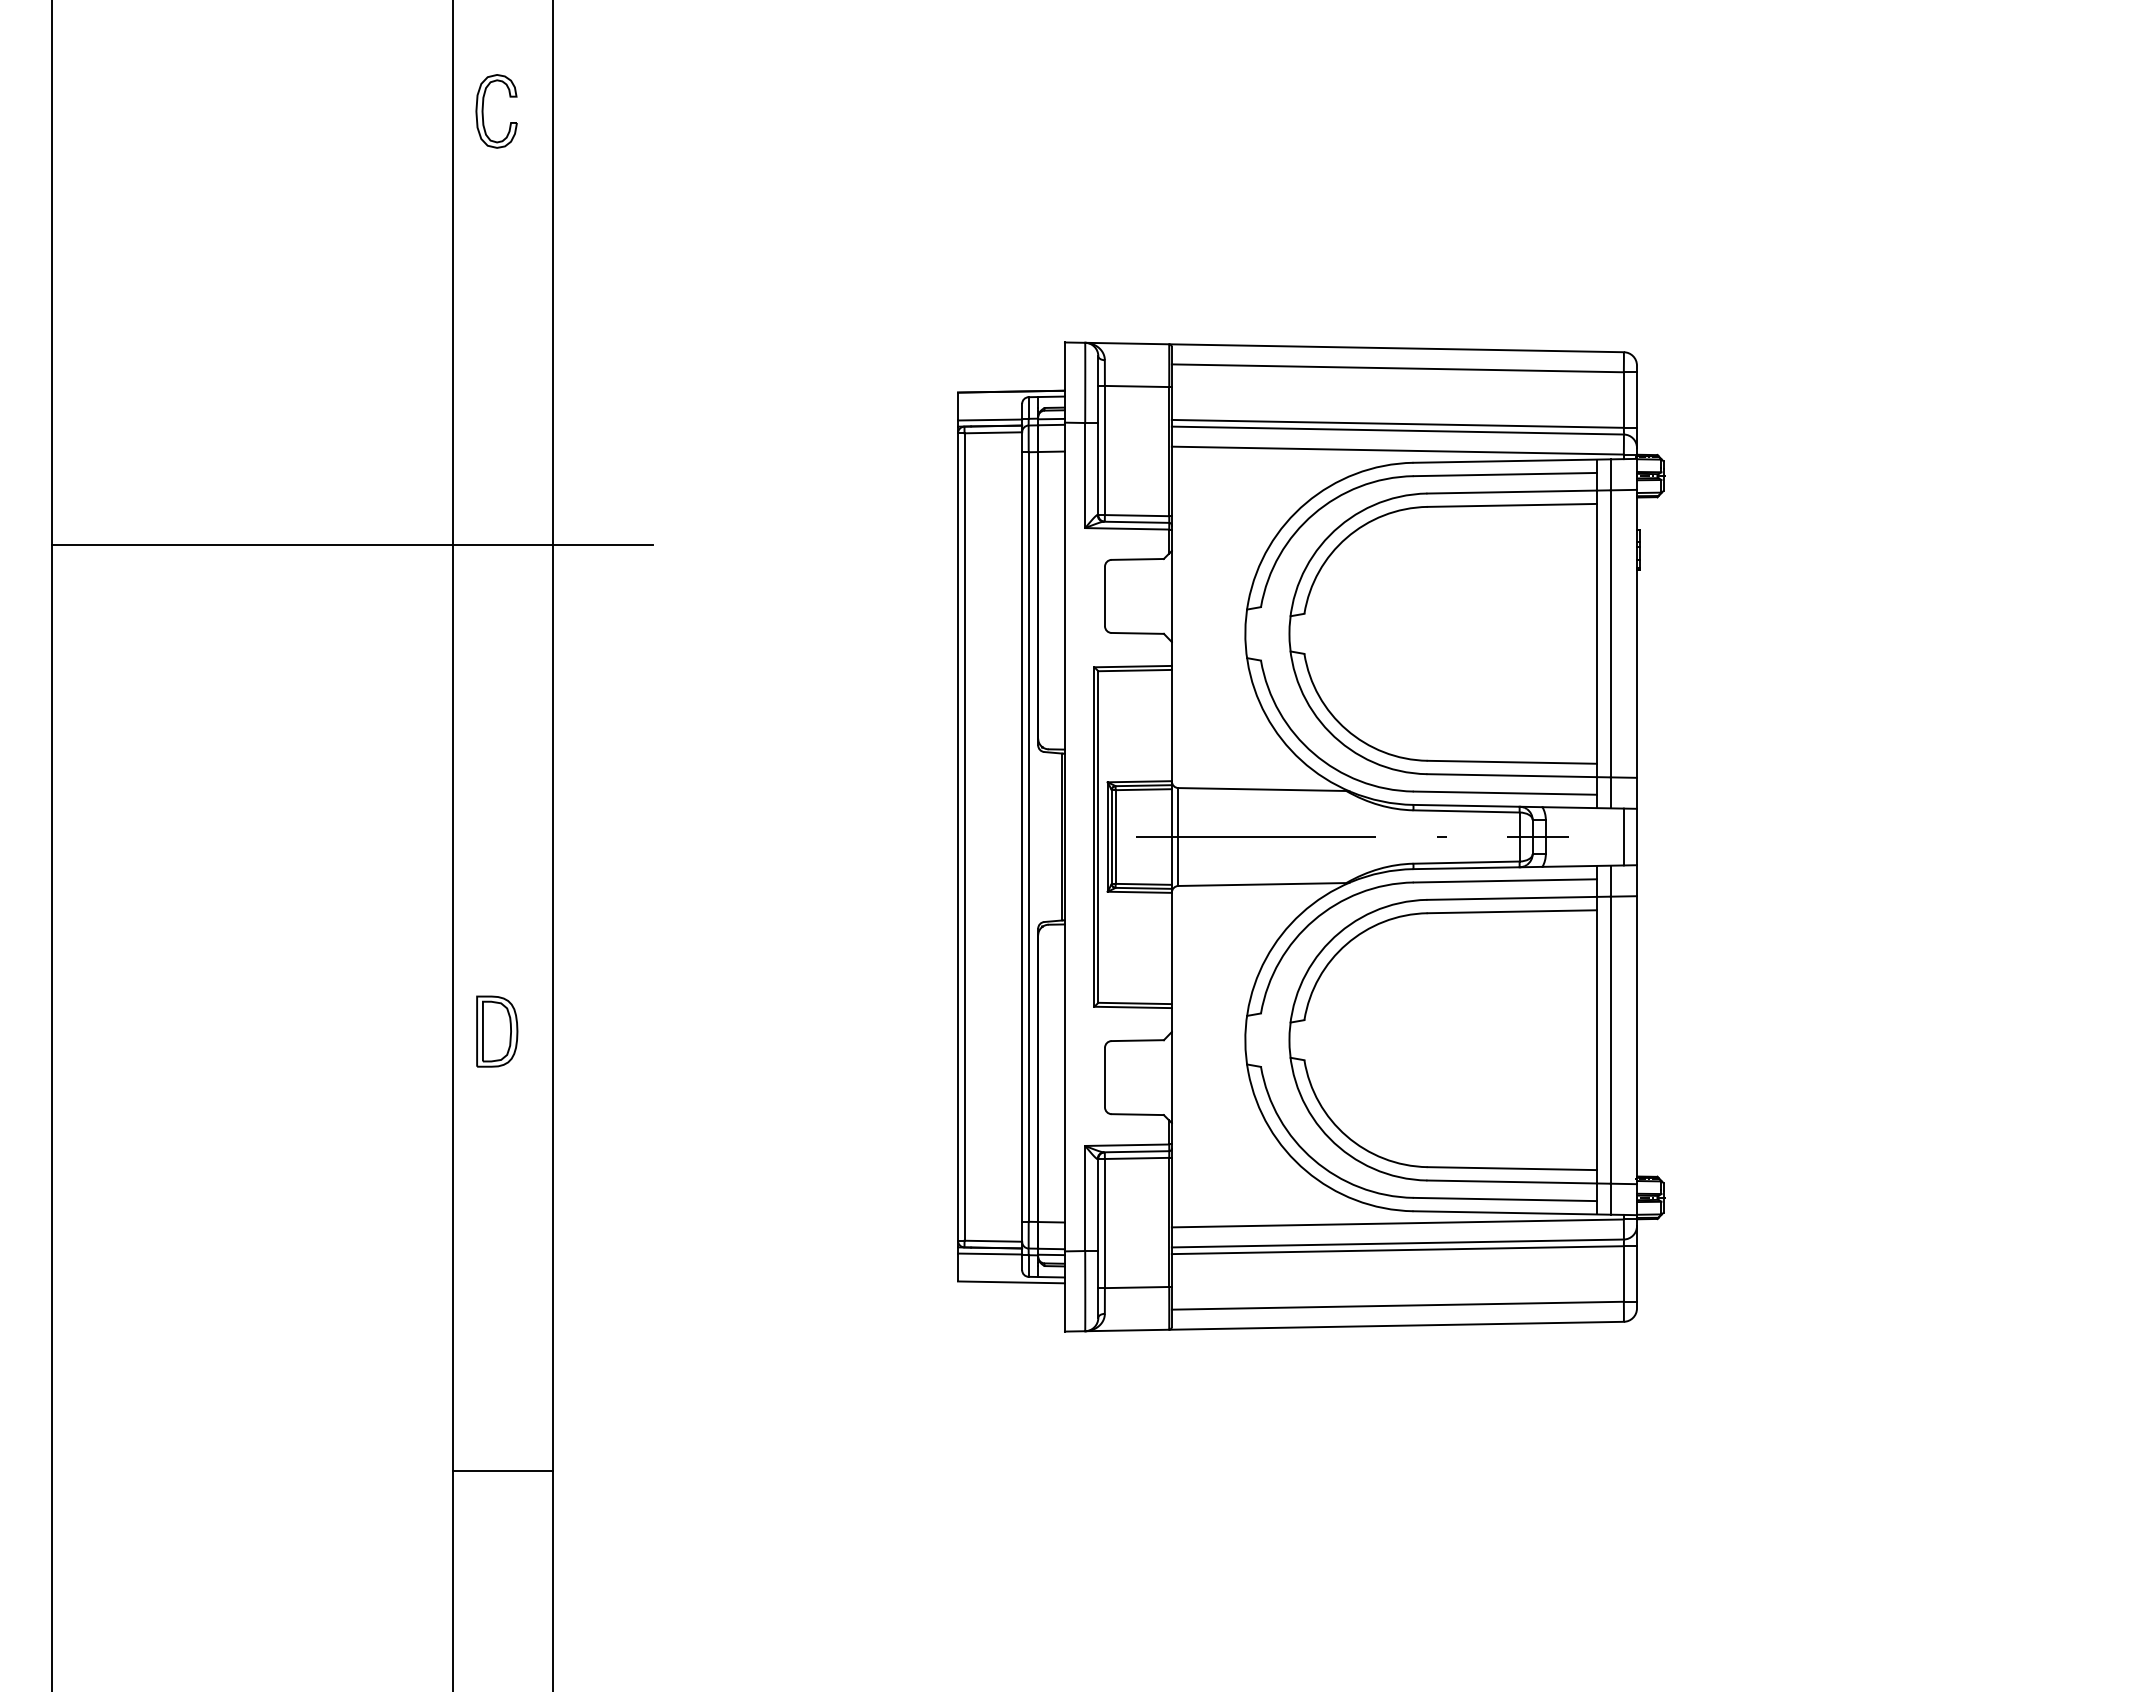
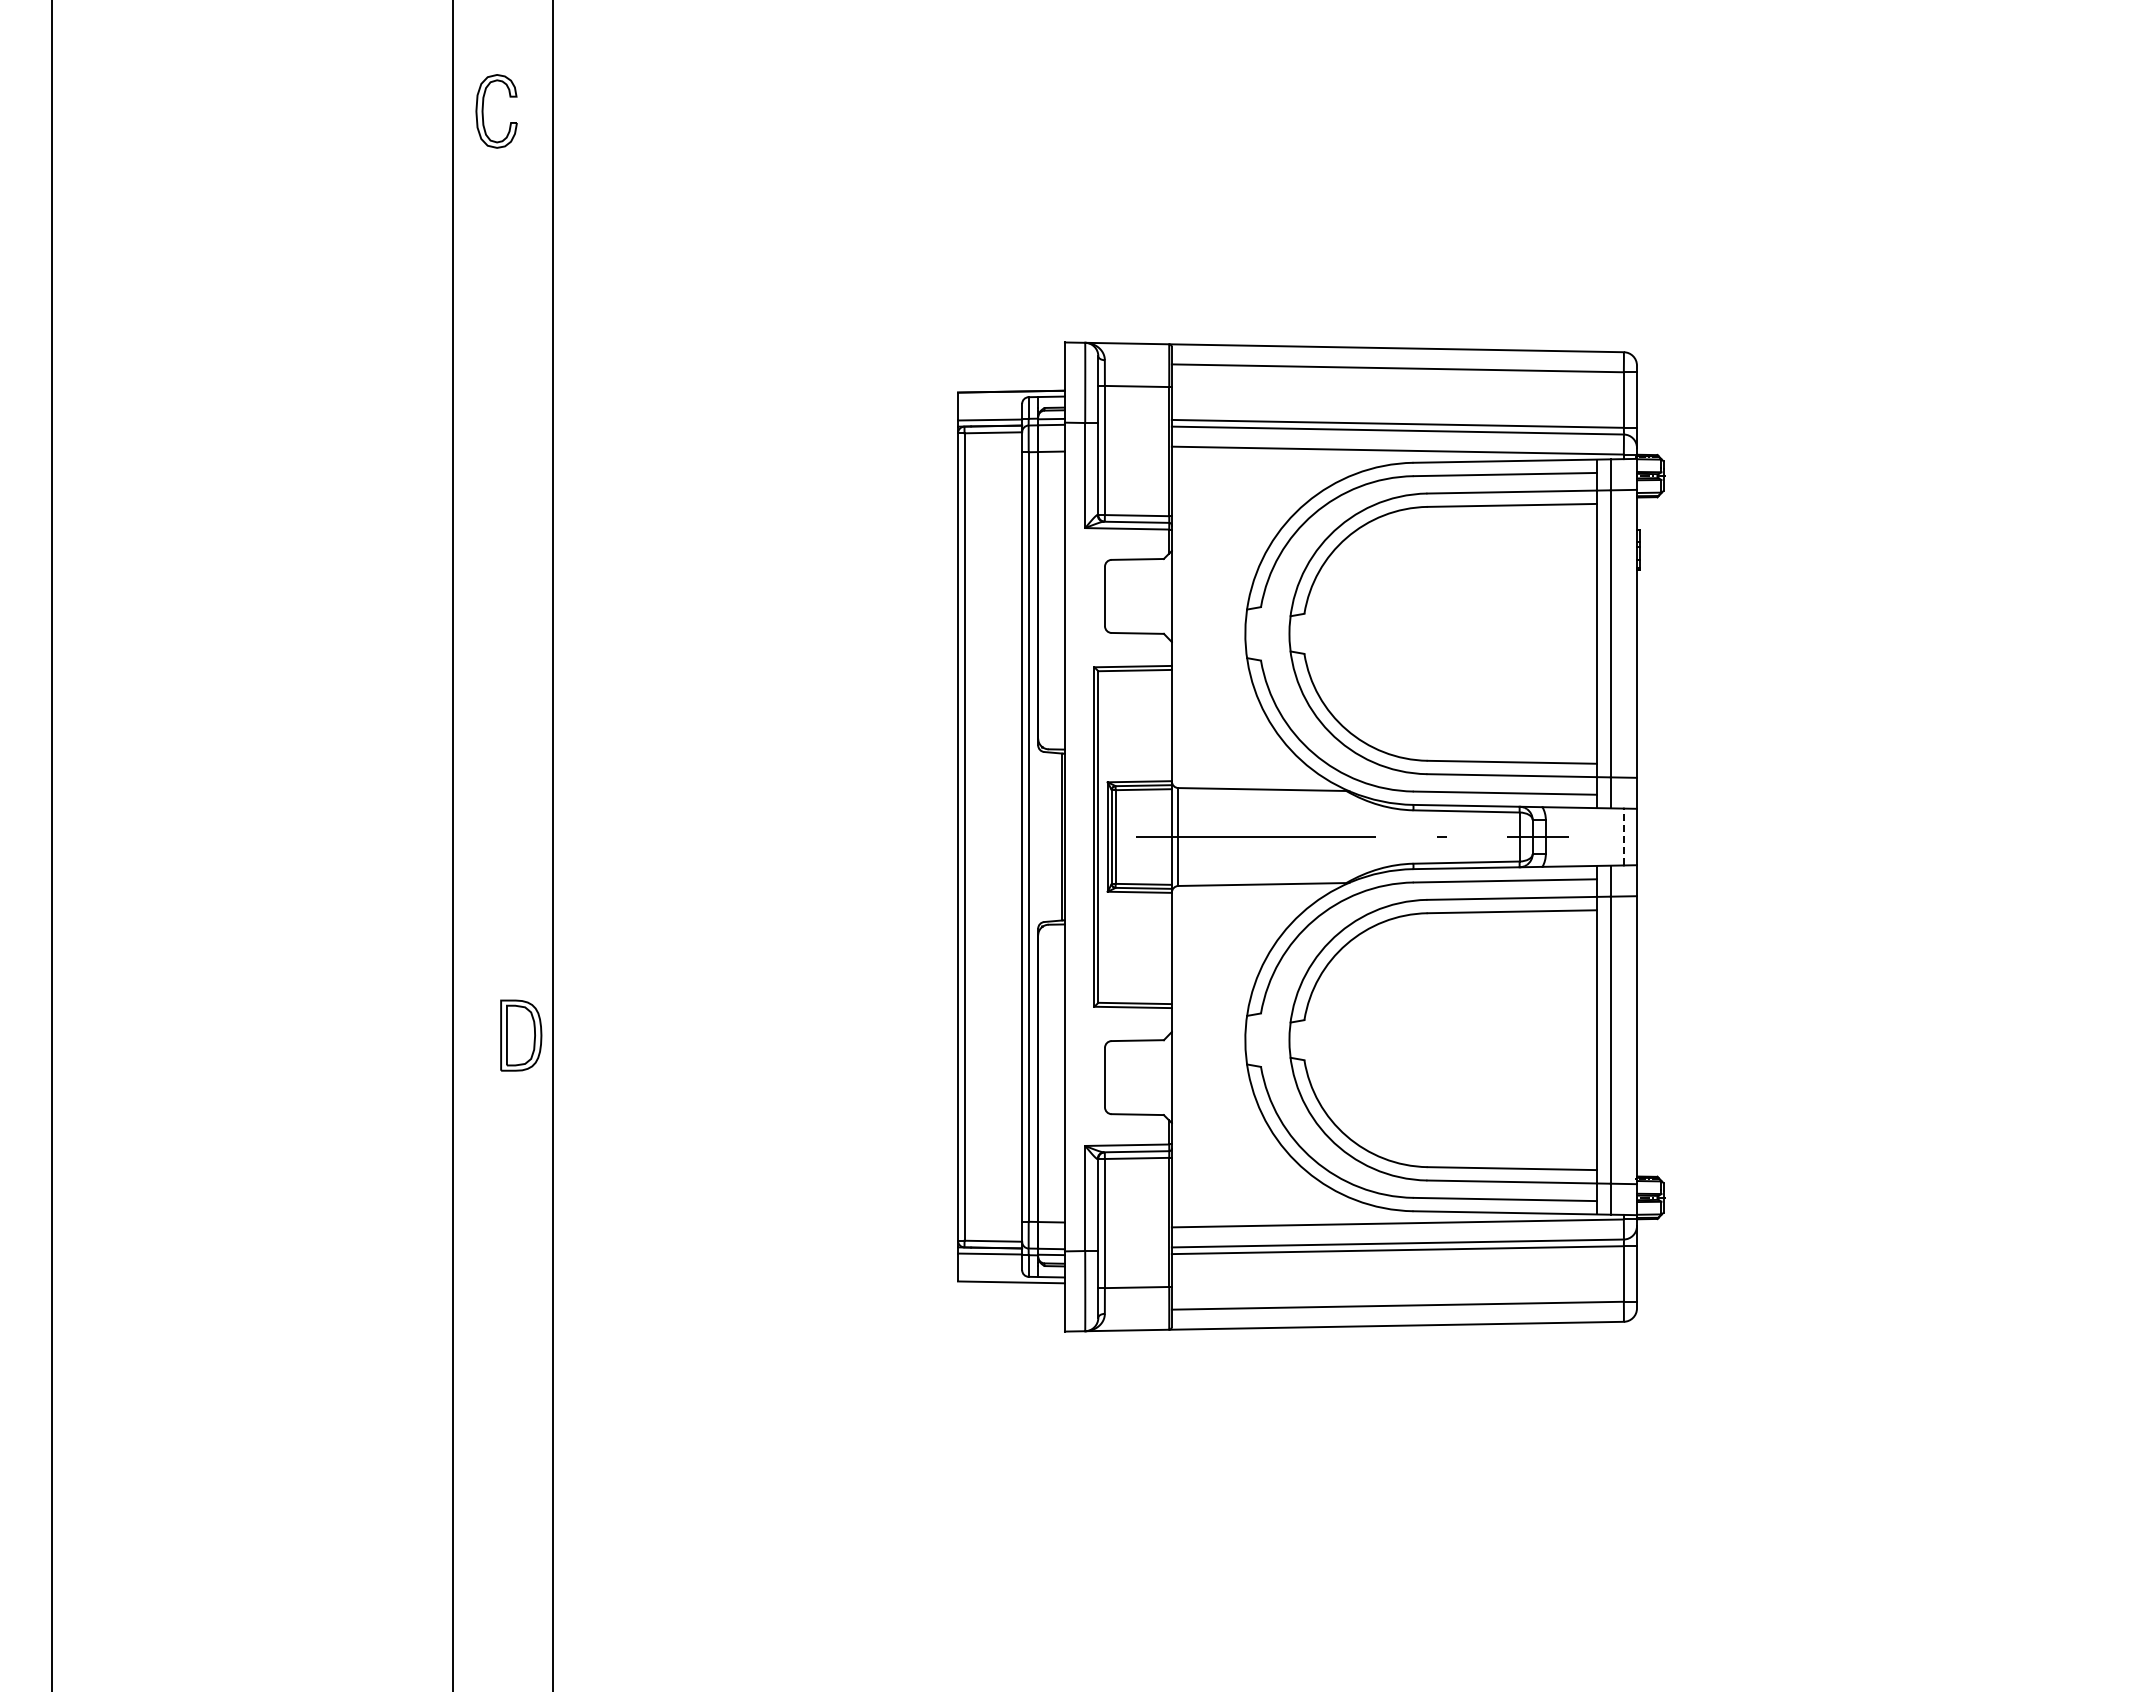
line at (352, 545): present -> none
line at (1623, 836): solid -> dashed
part at (497, 1031) position: (497, 1031) -> (521, 1035)
line at (502, 1470): present -> none
